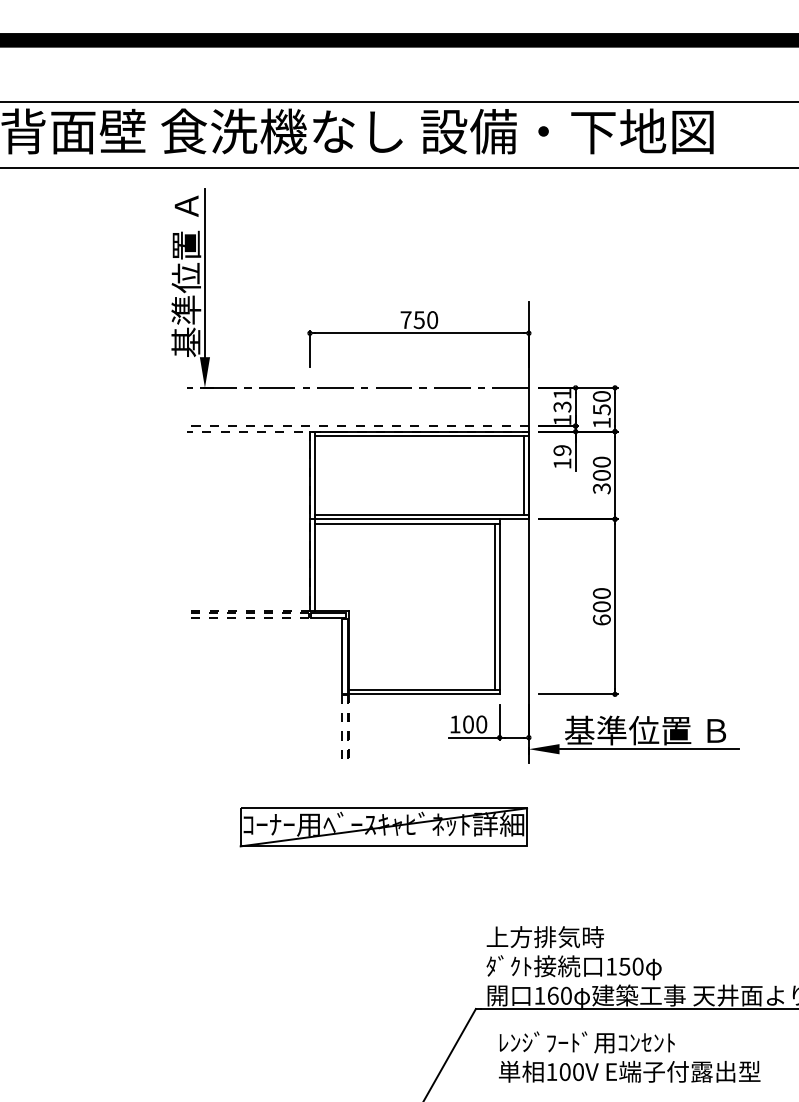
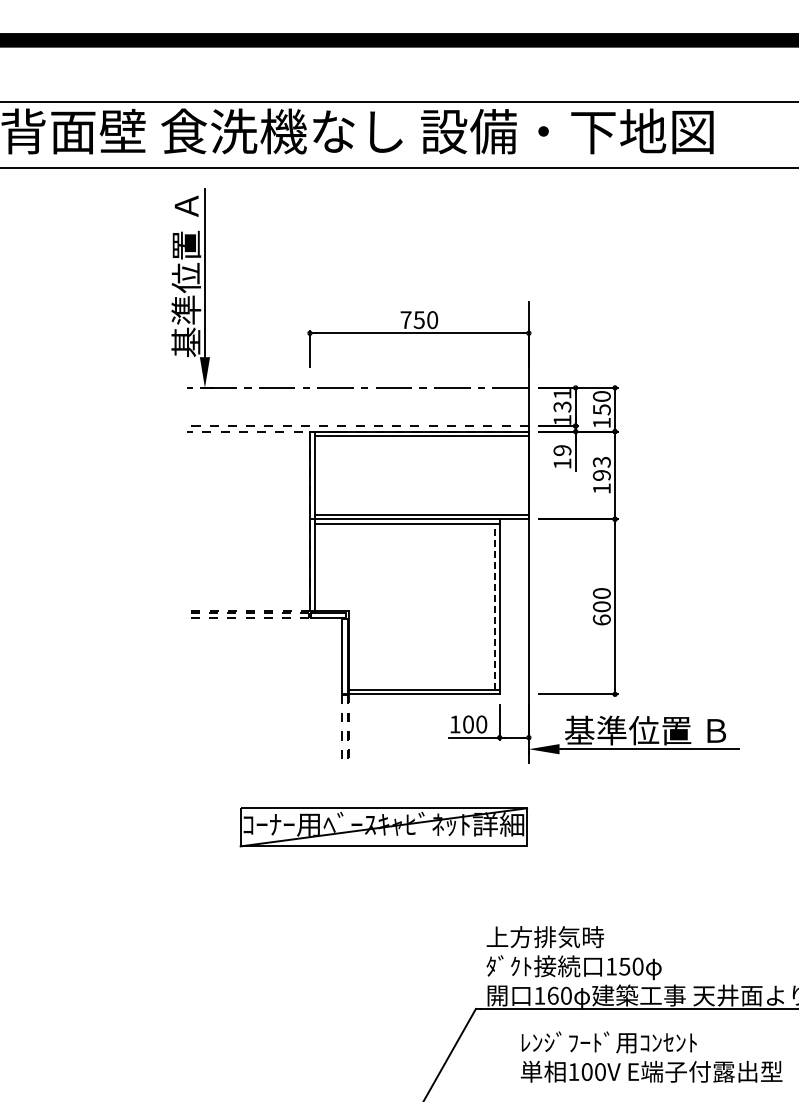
line at (523, 475): present -> none
text at (601, 475): 300 -> 193
line at (495, 606): solid -> dashed
text at (629, 1056) position: (629, 1056) -> (651, 1056)
